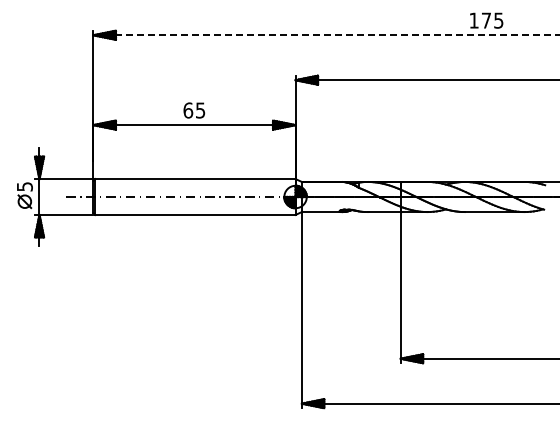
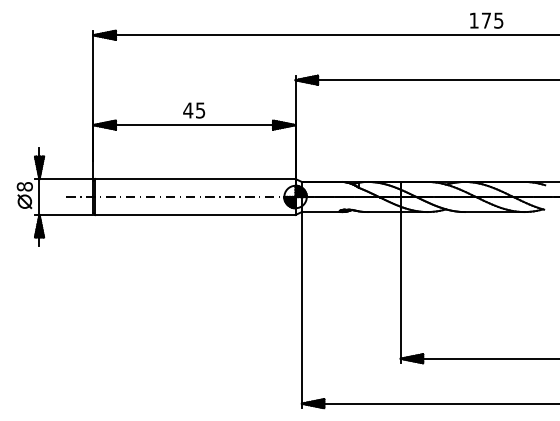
line at (327, 35): dashed -> solid
text at (188, 110): 65 -> 45
text at (24, 186): 5 -> 8
